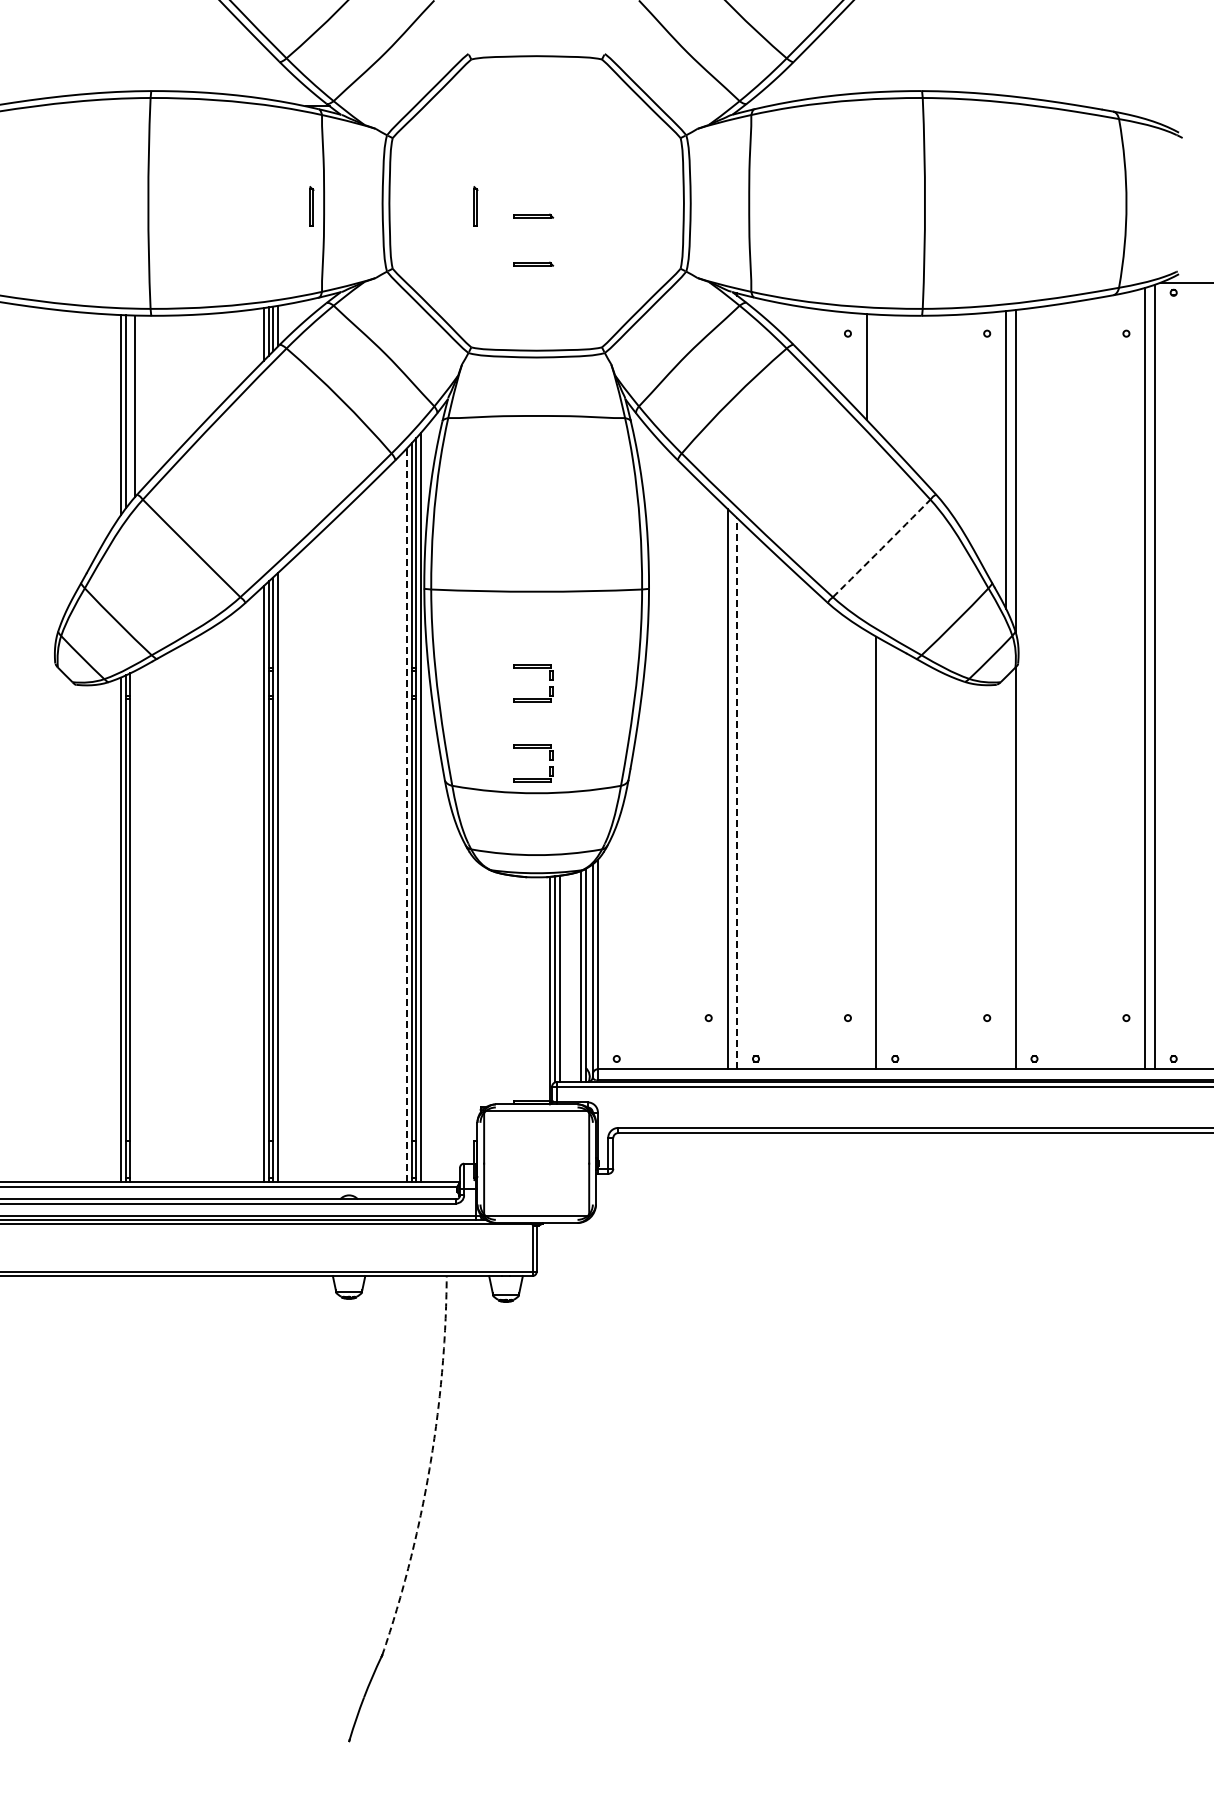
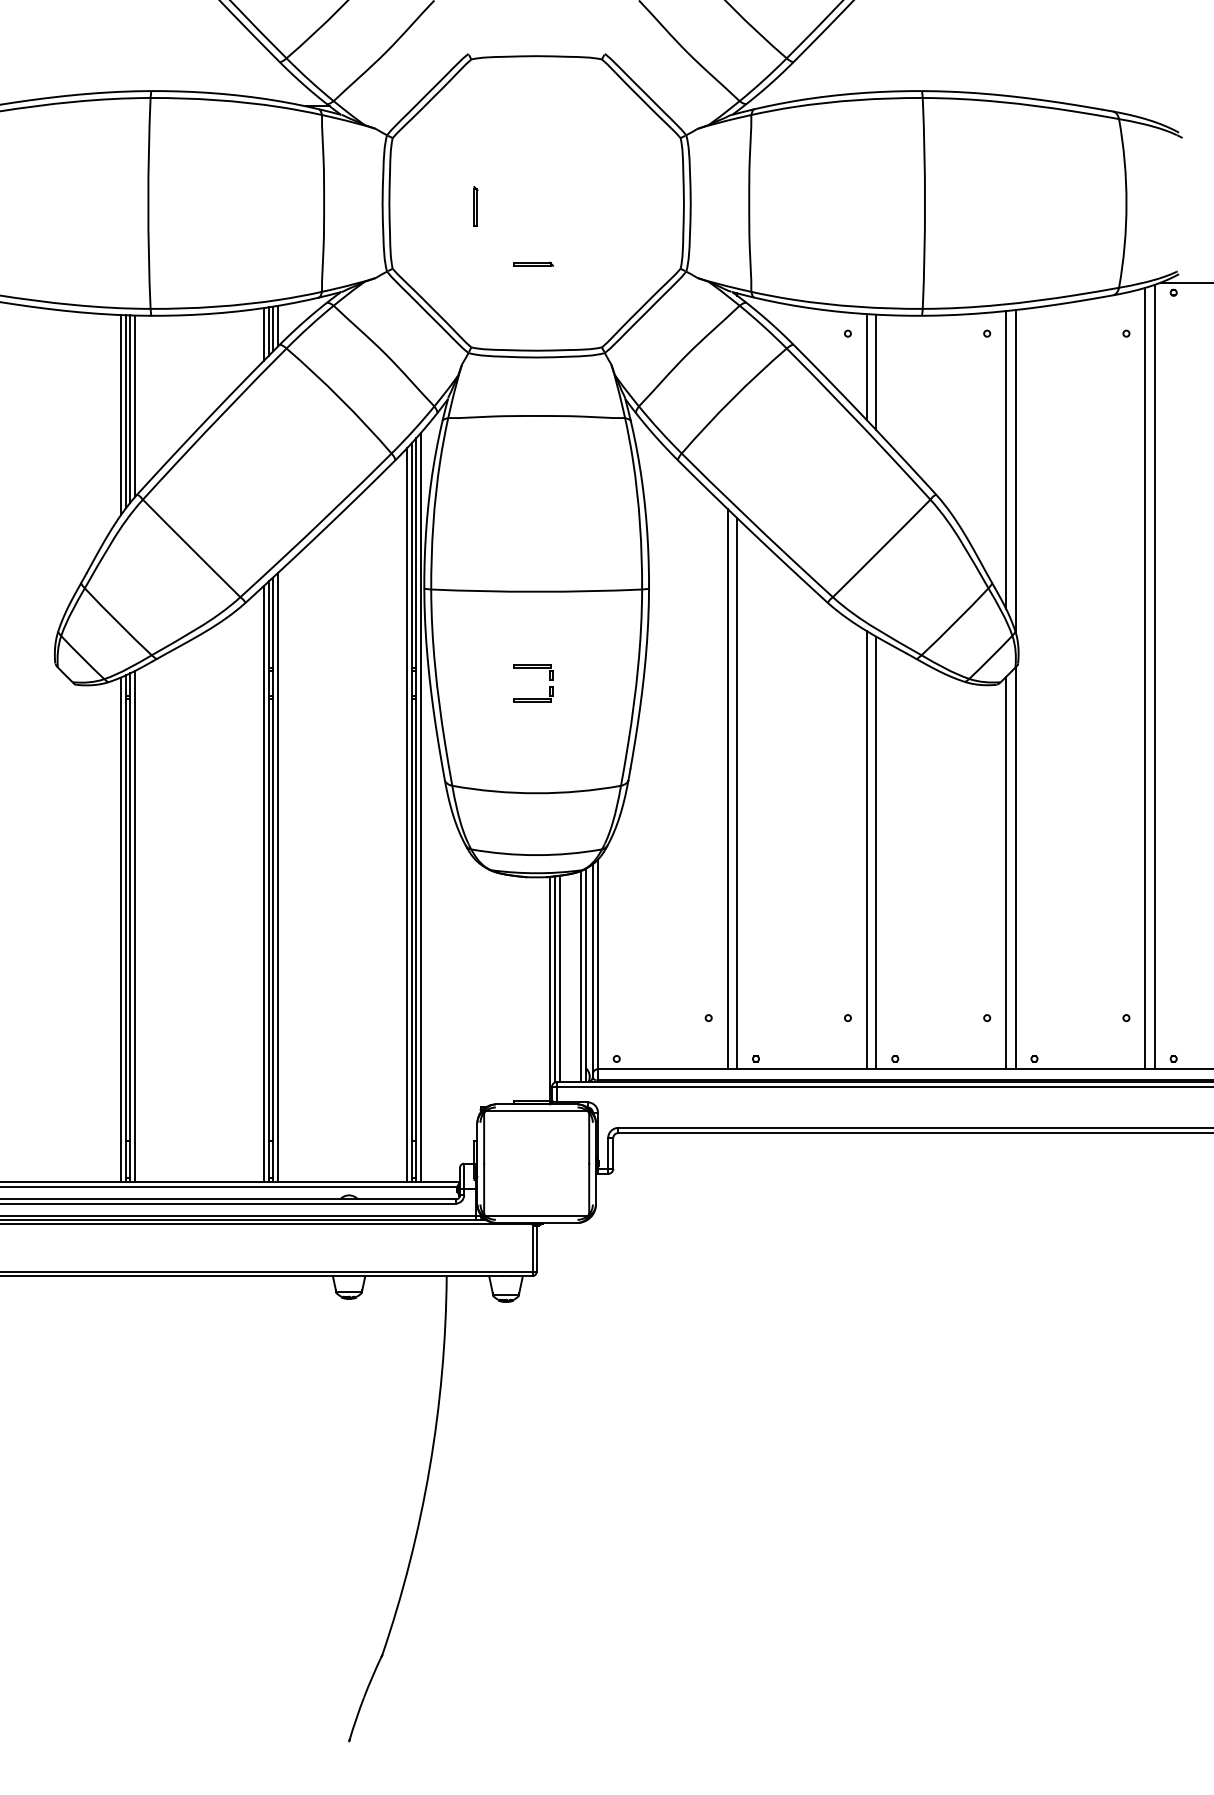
part at (311, 206): present -> none
part at (533, 215): present -> none
line at (876, 372): none -> present
line at (130, 409): none -> present
arc at (881, 548): dashed -> solid
part at (533, 748): present -> none
line at (737, 793): dashed -> solid
line at (406, 815): dashed -> solid
line at (866, 850): none -> present
line at (1006, 872): none -> present
line at (135, 926): none -> present
arc at (429, 1468): dashed -> solid
